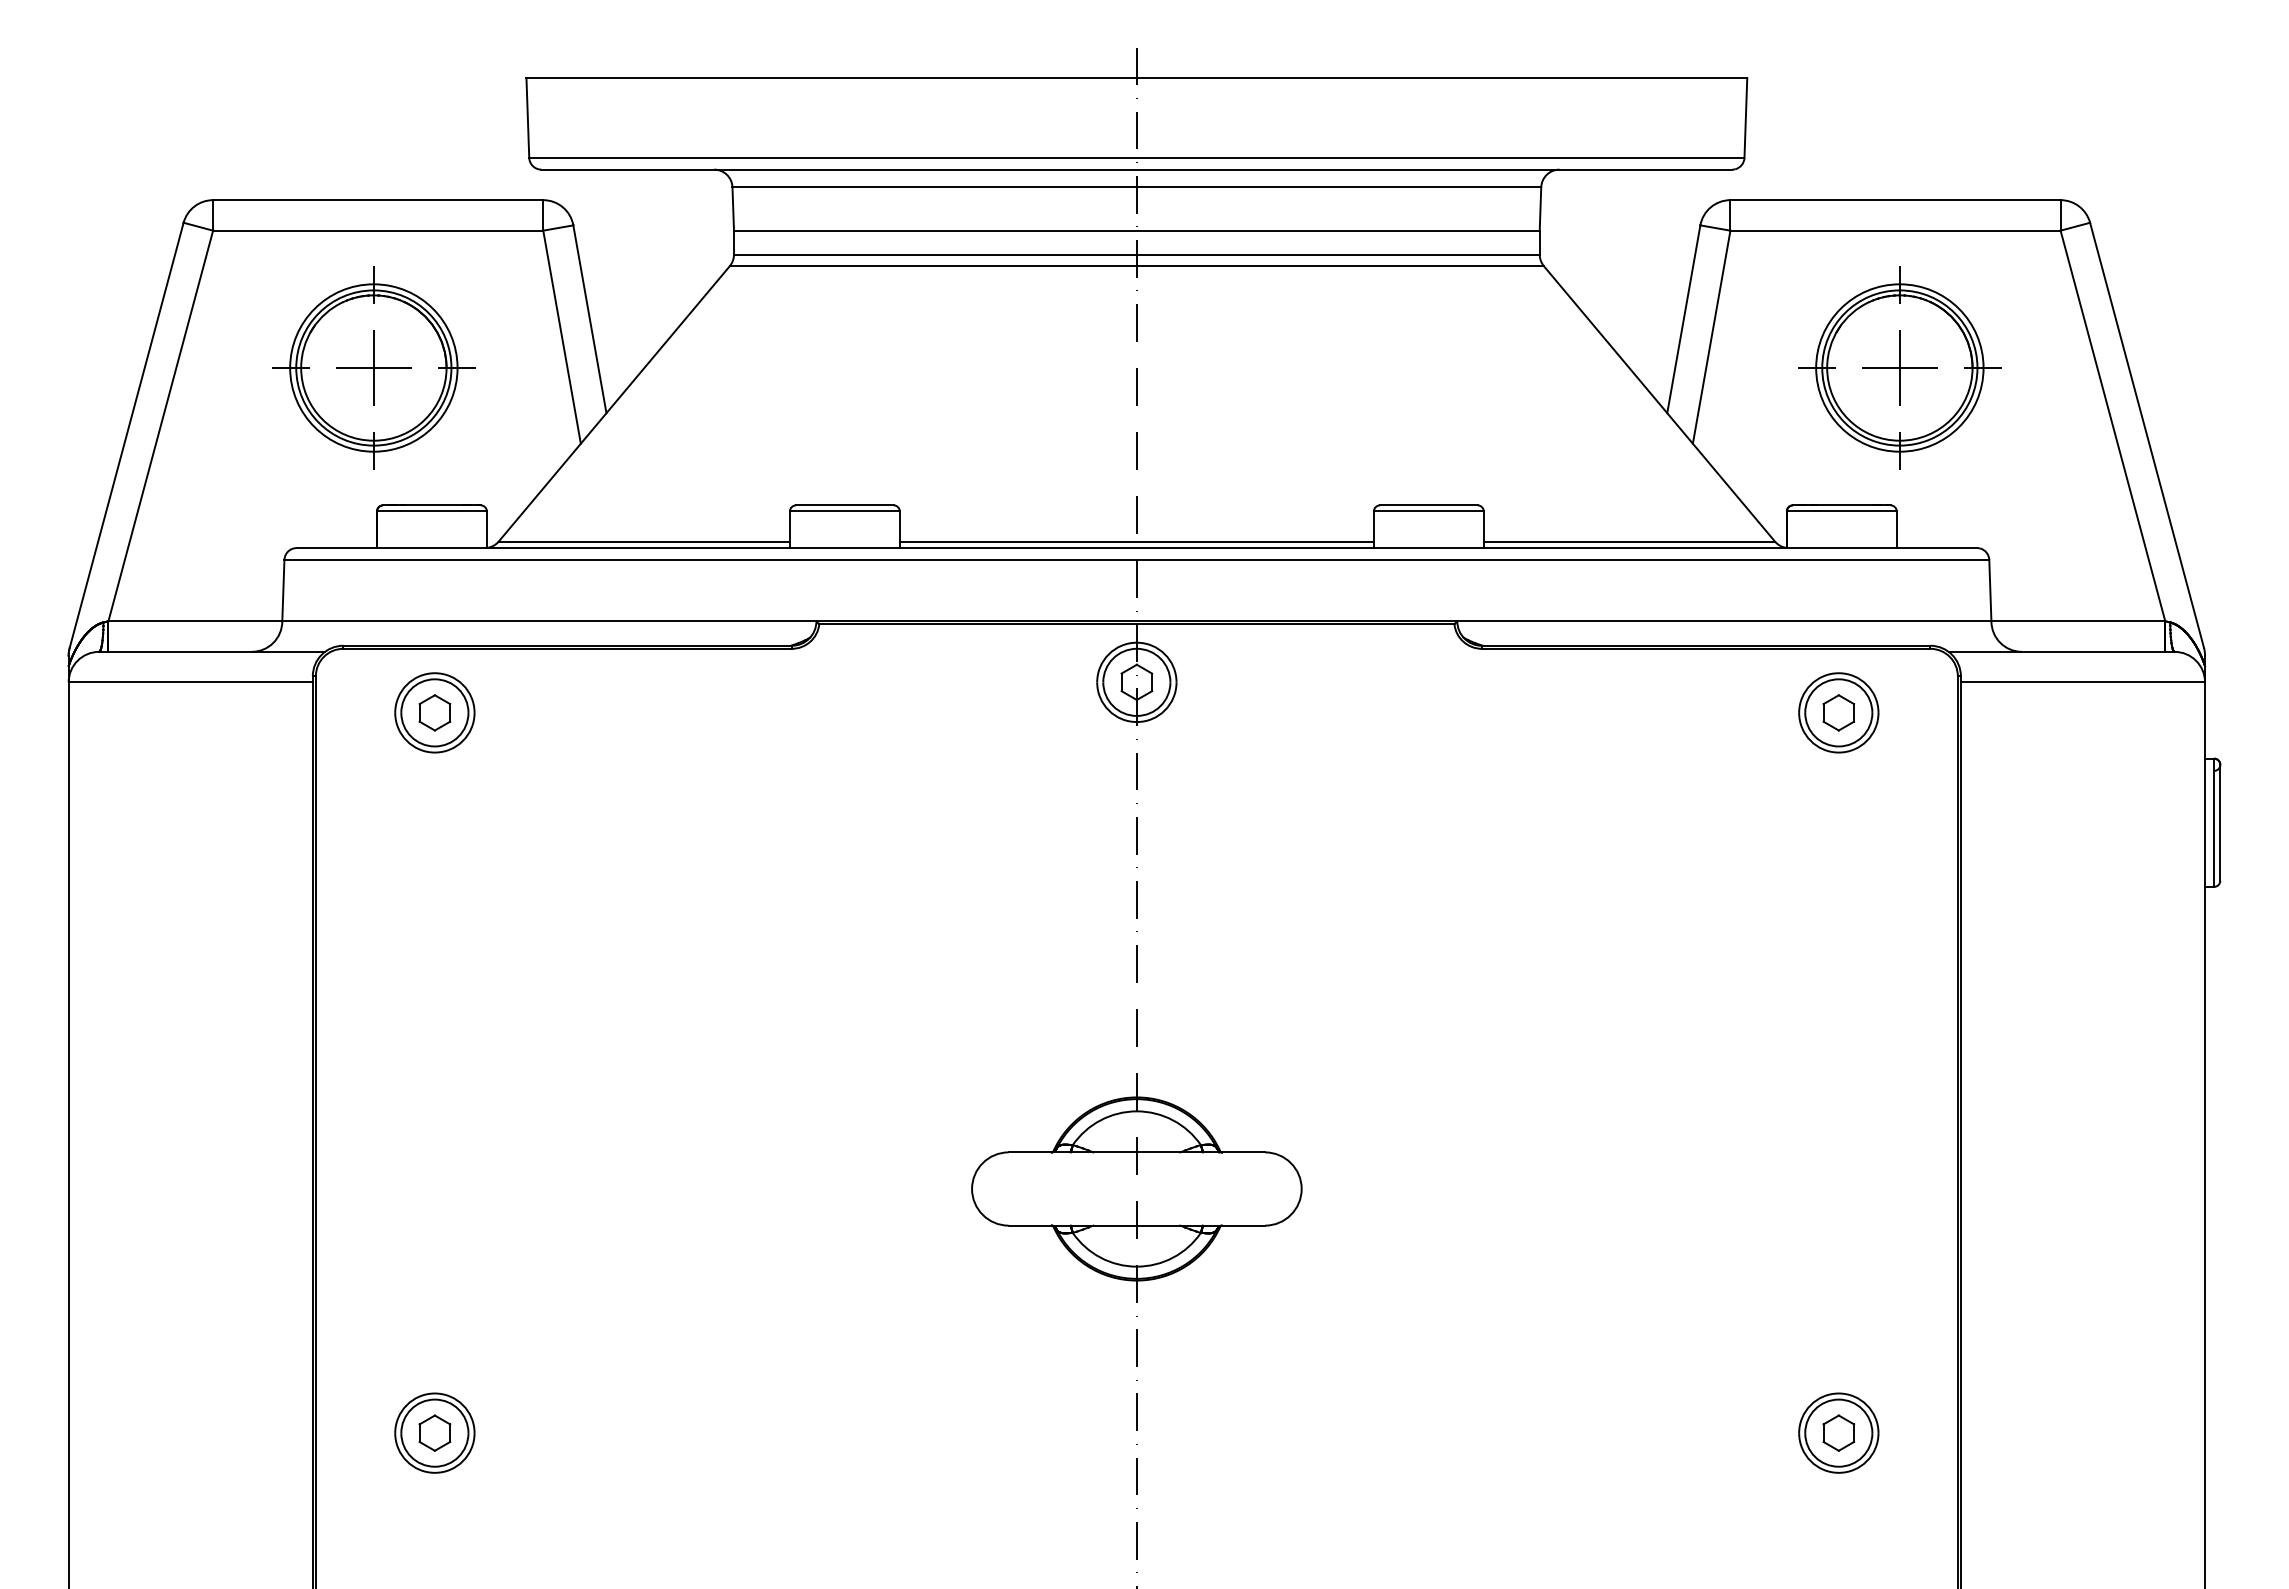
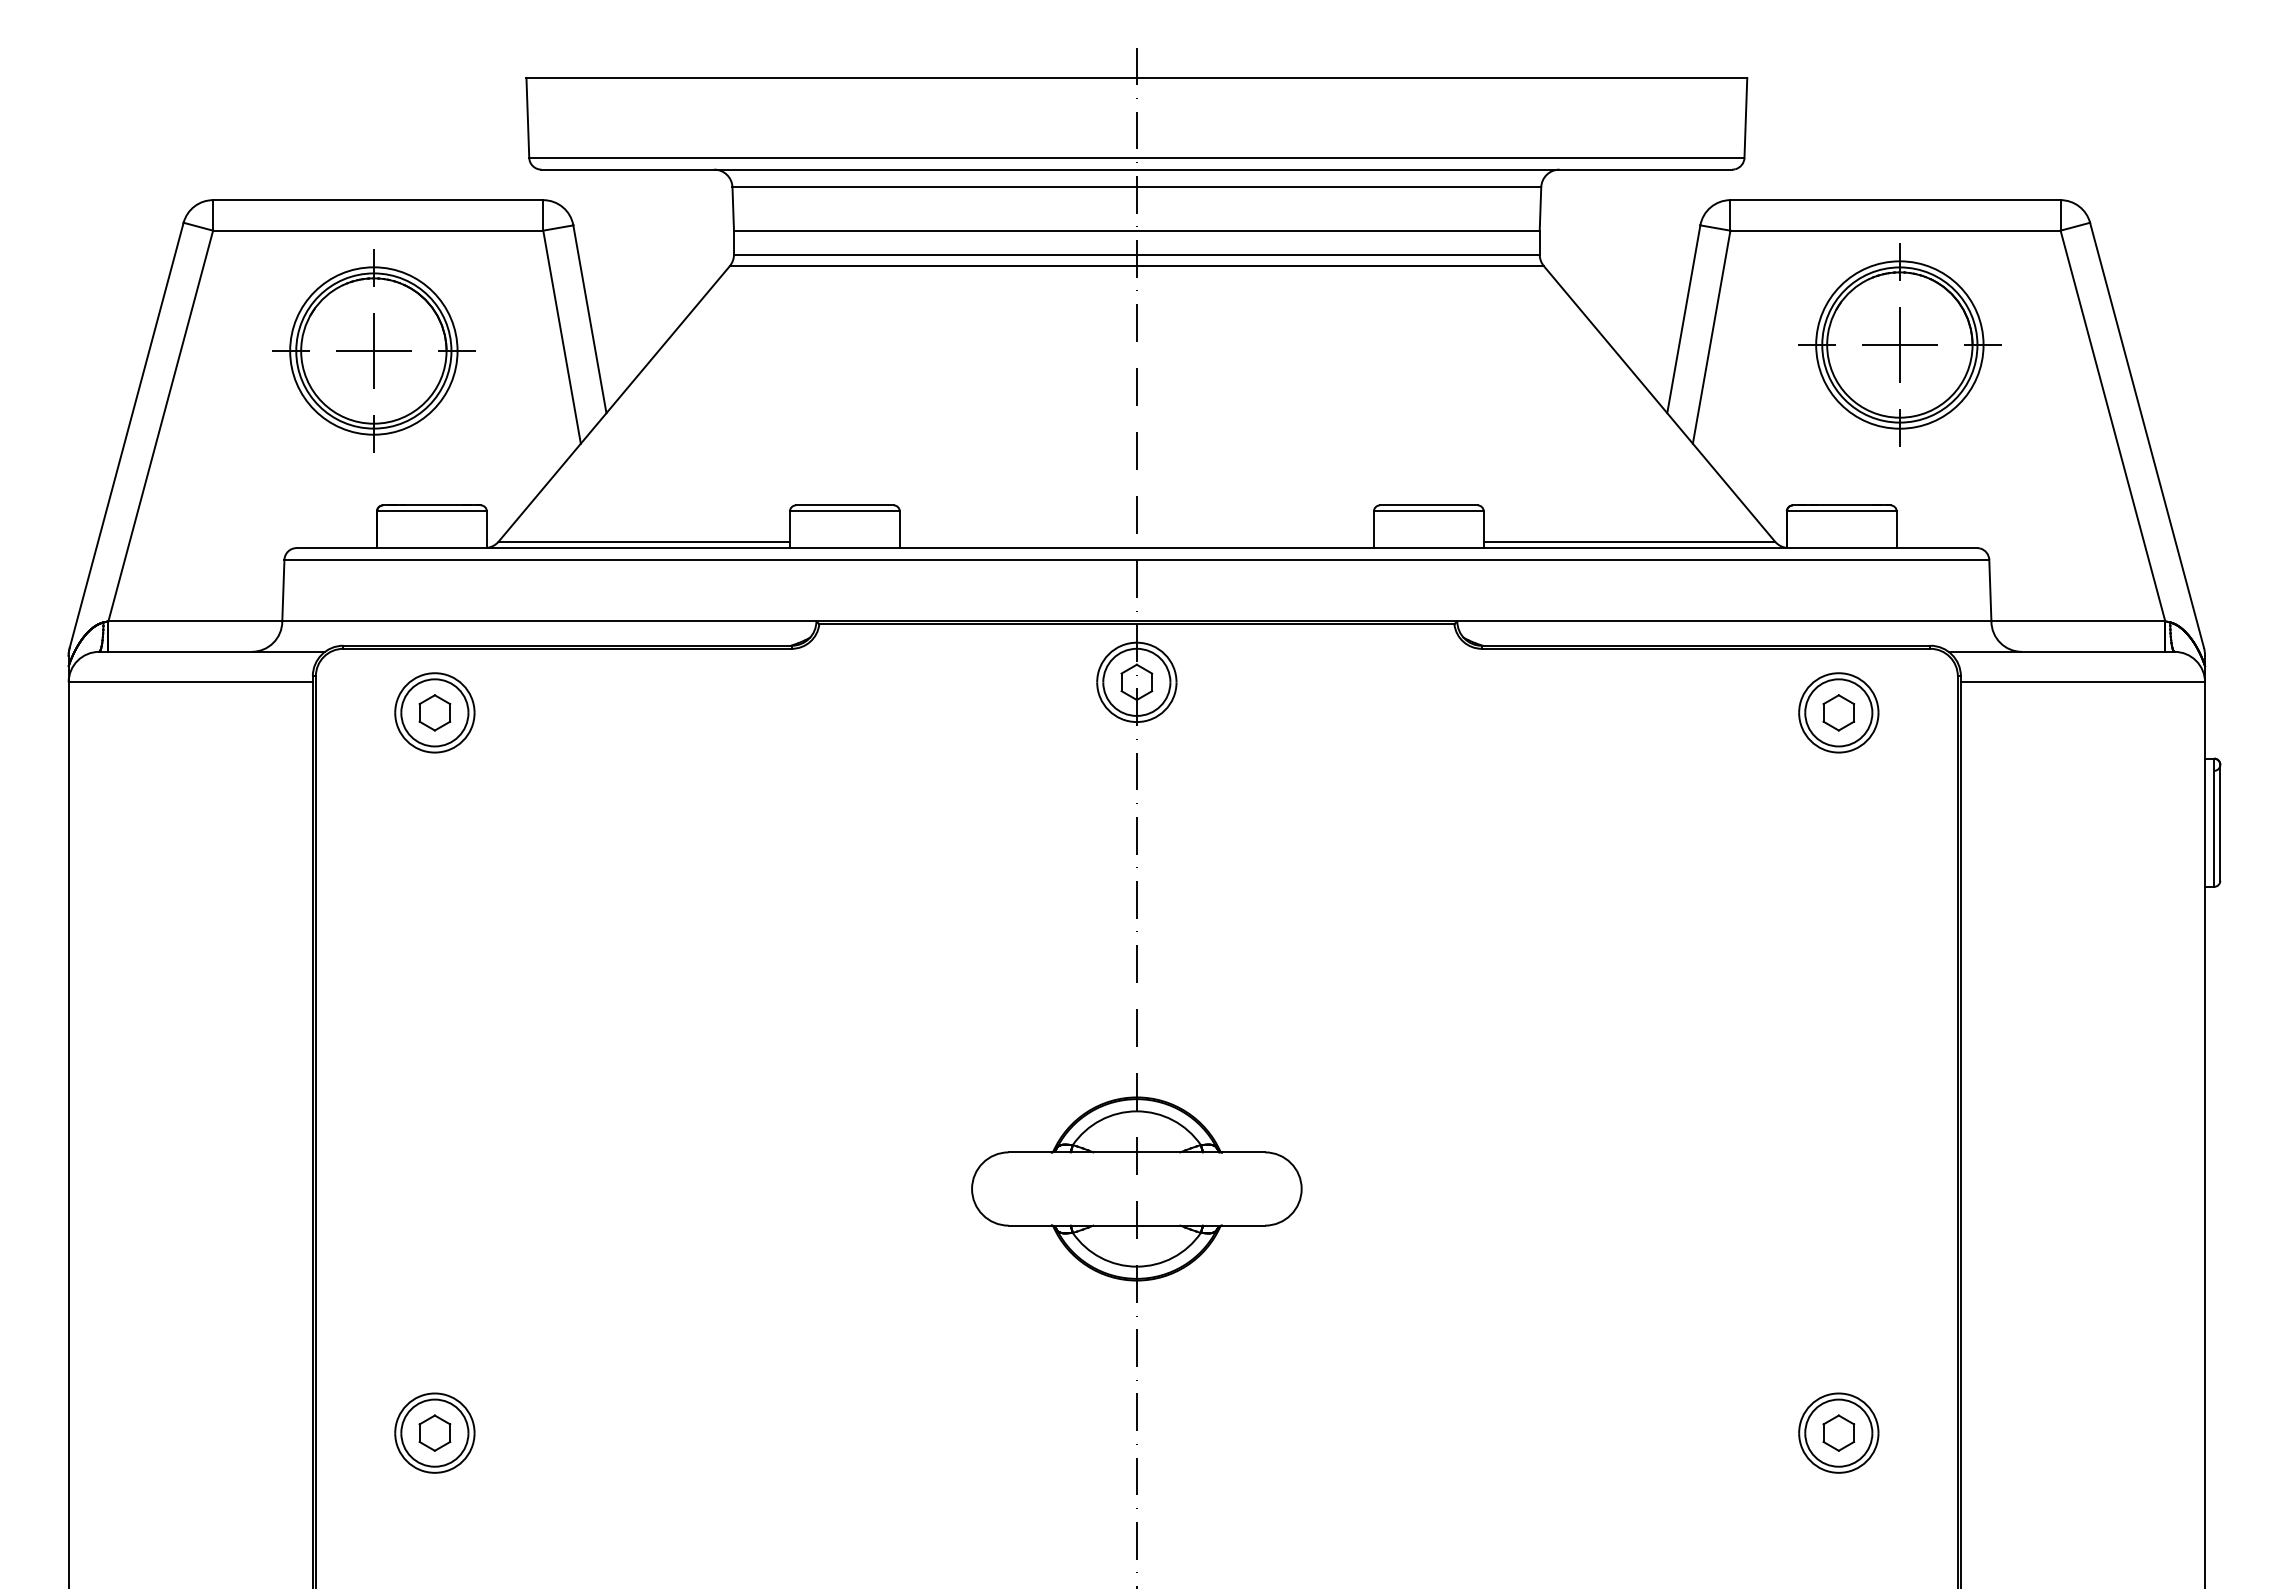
part at (373, 367) position: (373, 367) -> (373, 350)
part at (1899, 367) position: (1899, 367) -> (1899, 344)
line at (1136, 541): present -> none
